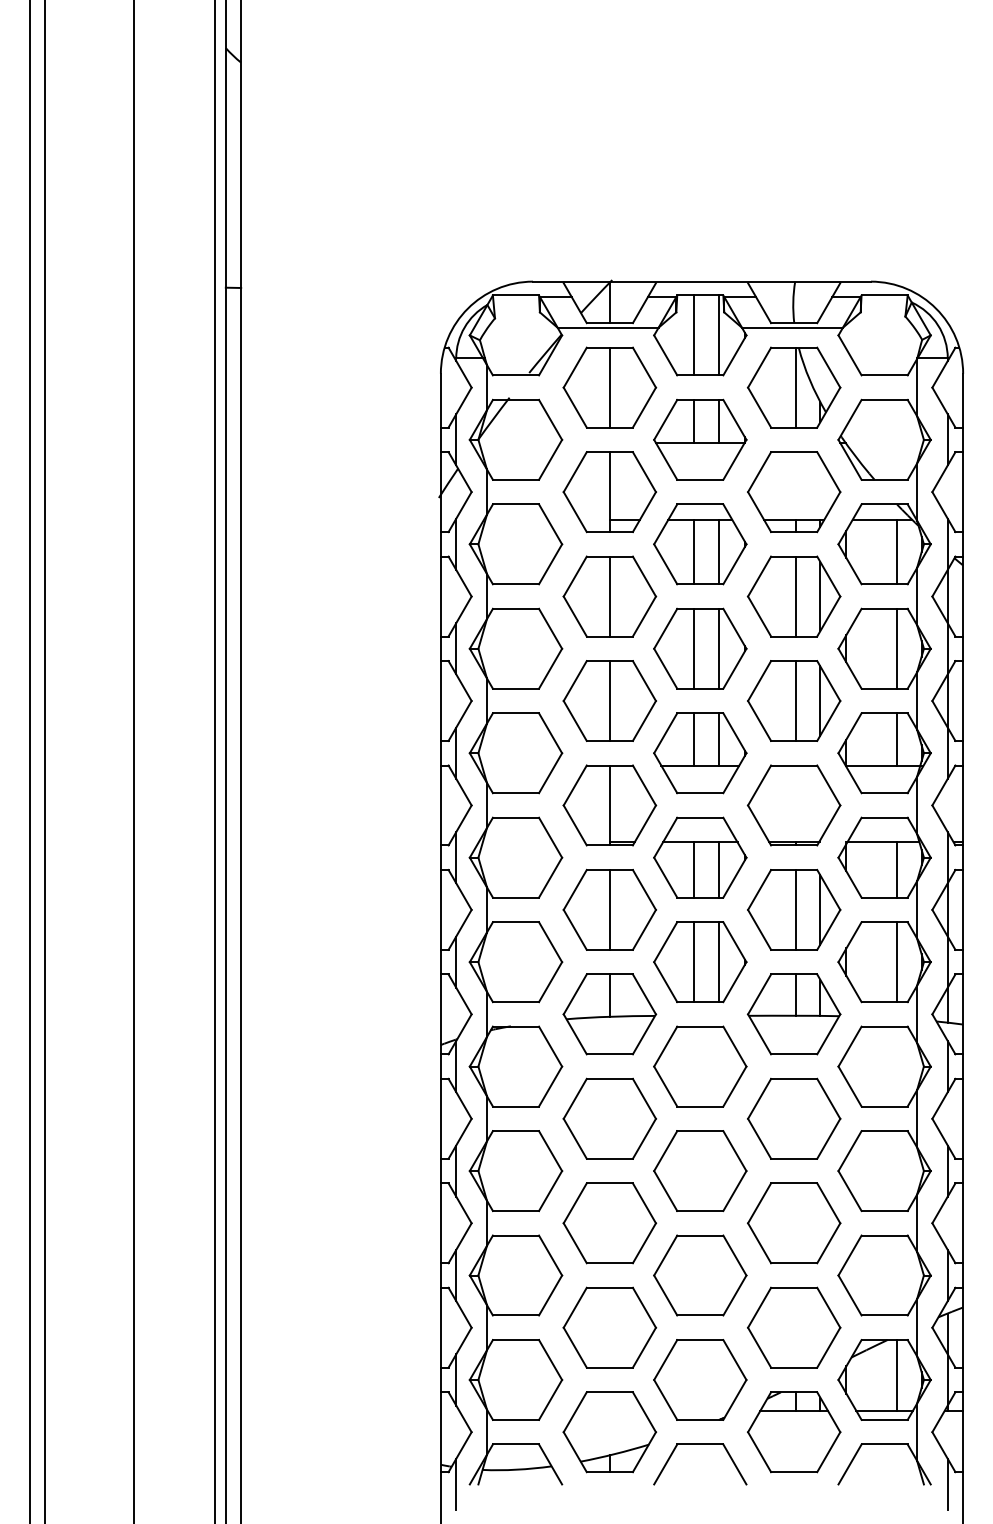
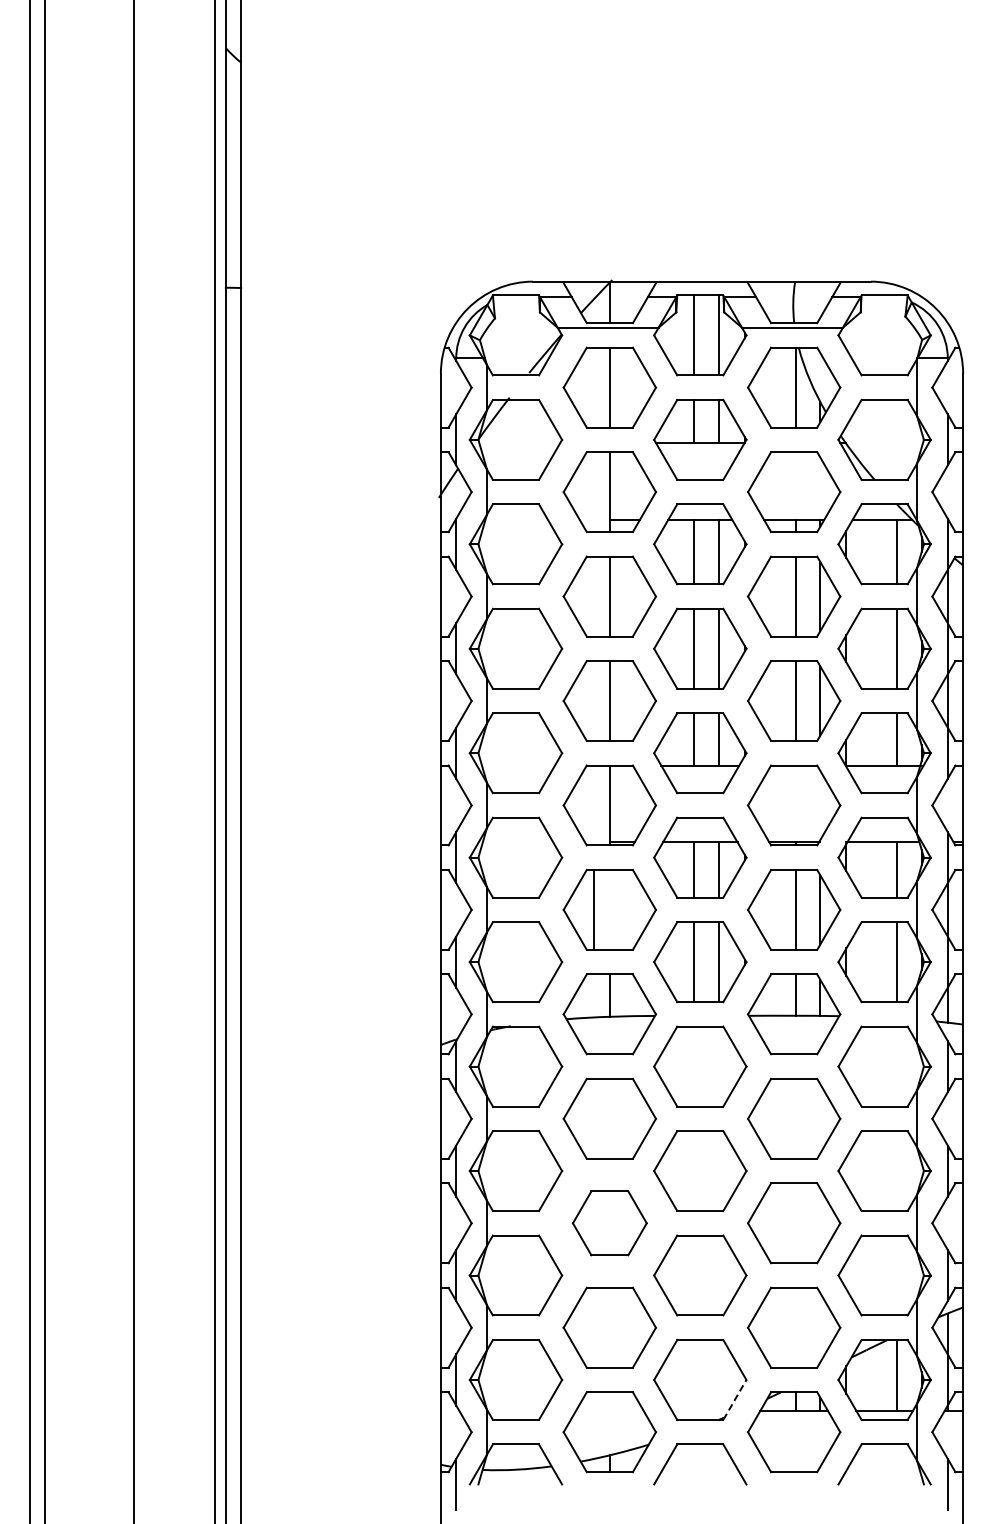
line at (609, 909) position: (609, 909) -> (593, 909)
part at (609, 1223) size: 96x83 px -> 77x67 px
line at (735, 1399): solid -> dashed
